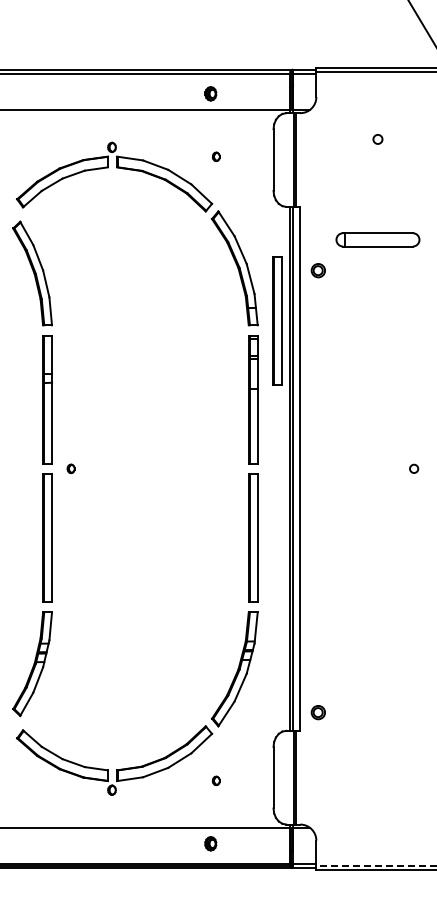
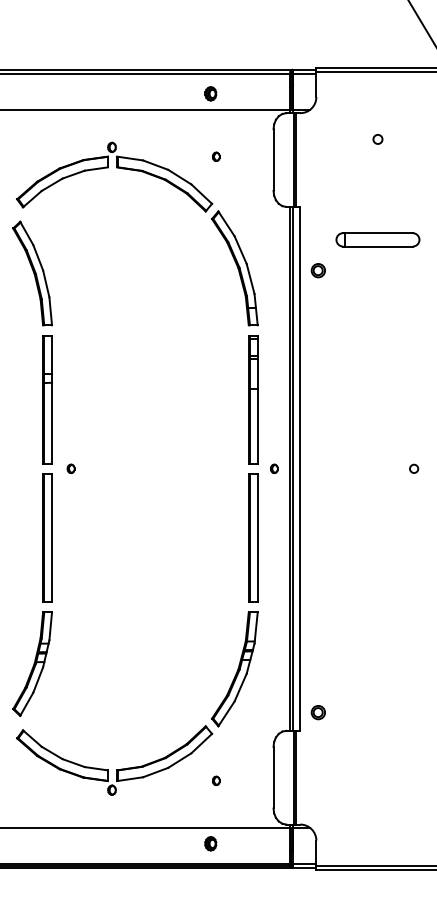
part at (277, 320): present -> none
part at (274, 468): none -> present
line at (376, 865): dashed -> solid
